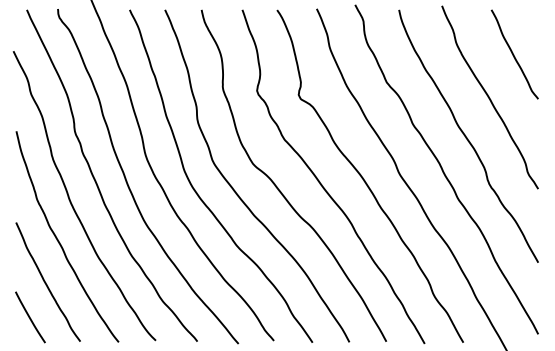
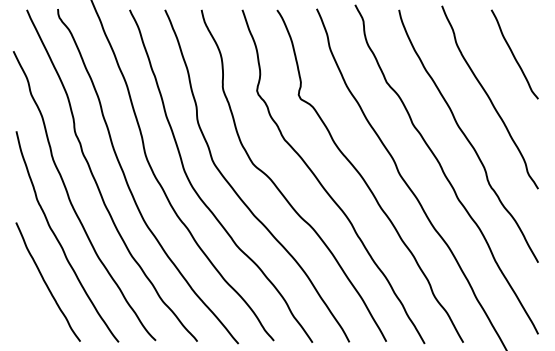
line at (30, 317): present -> none
